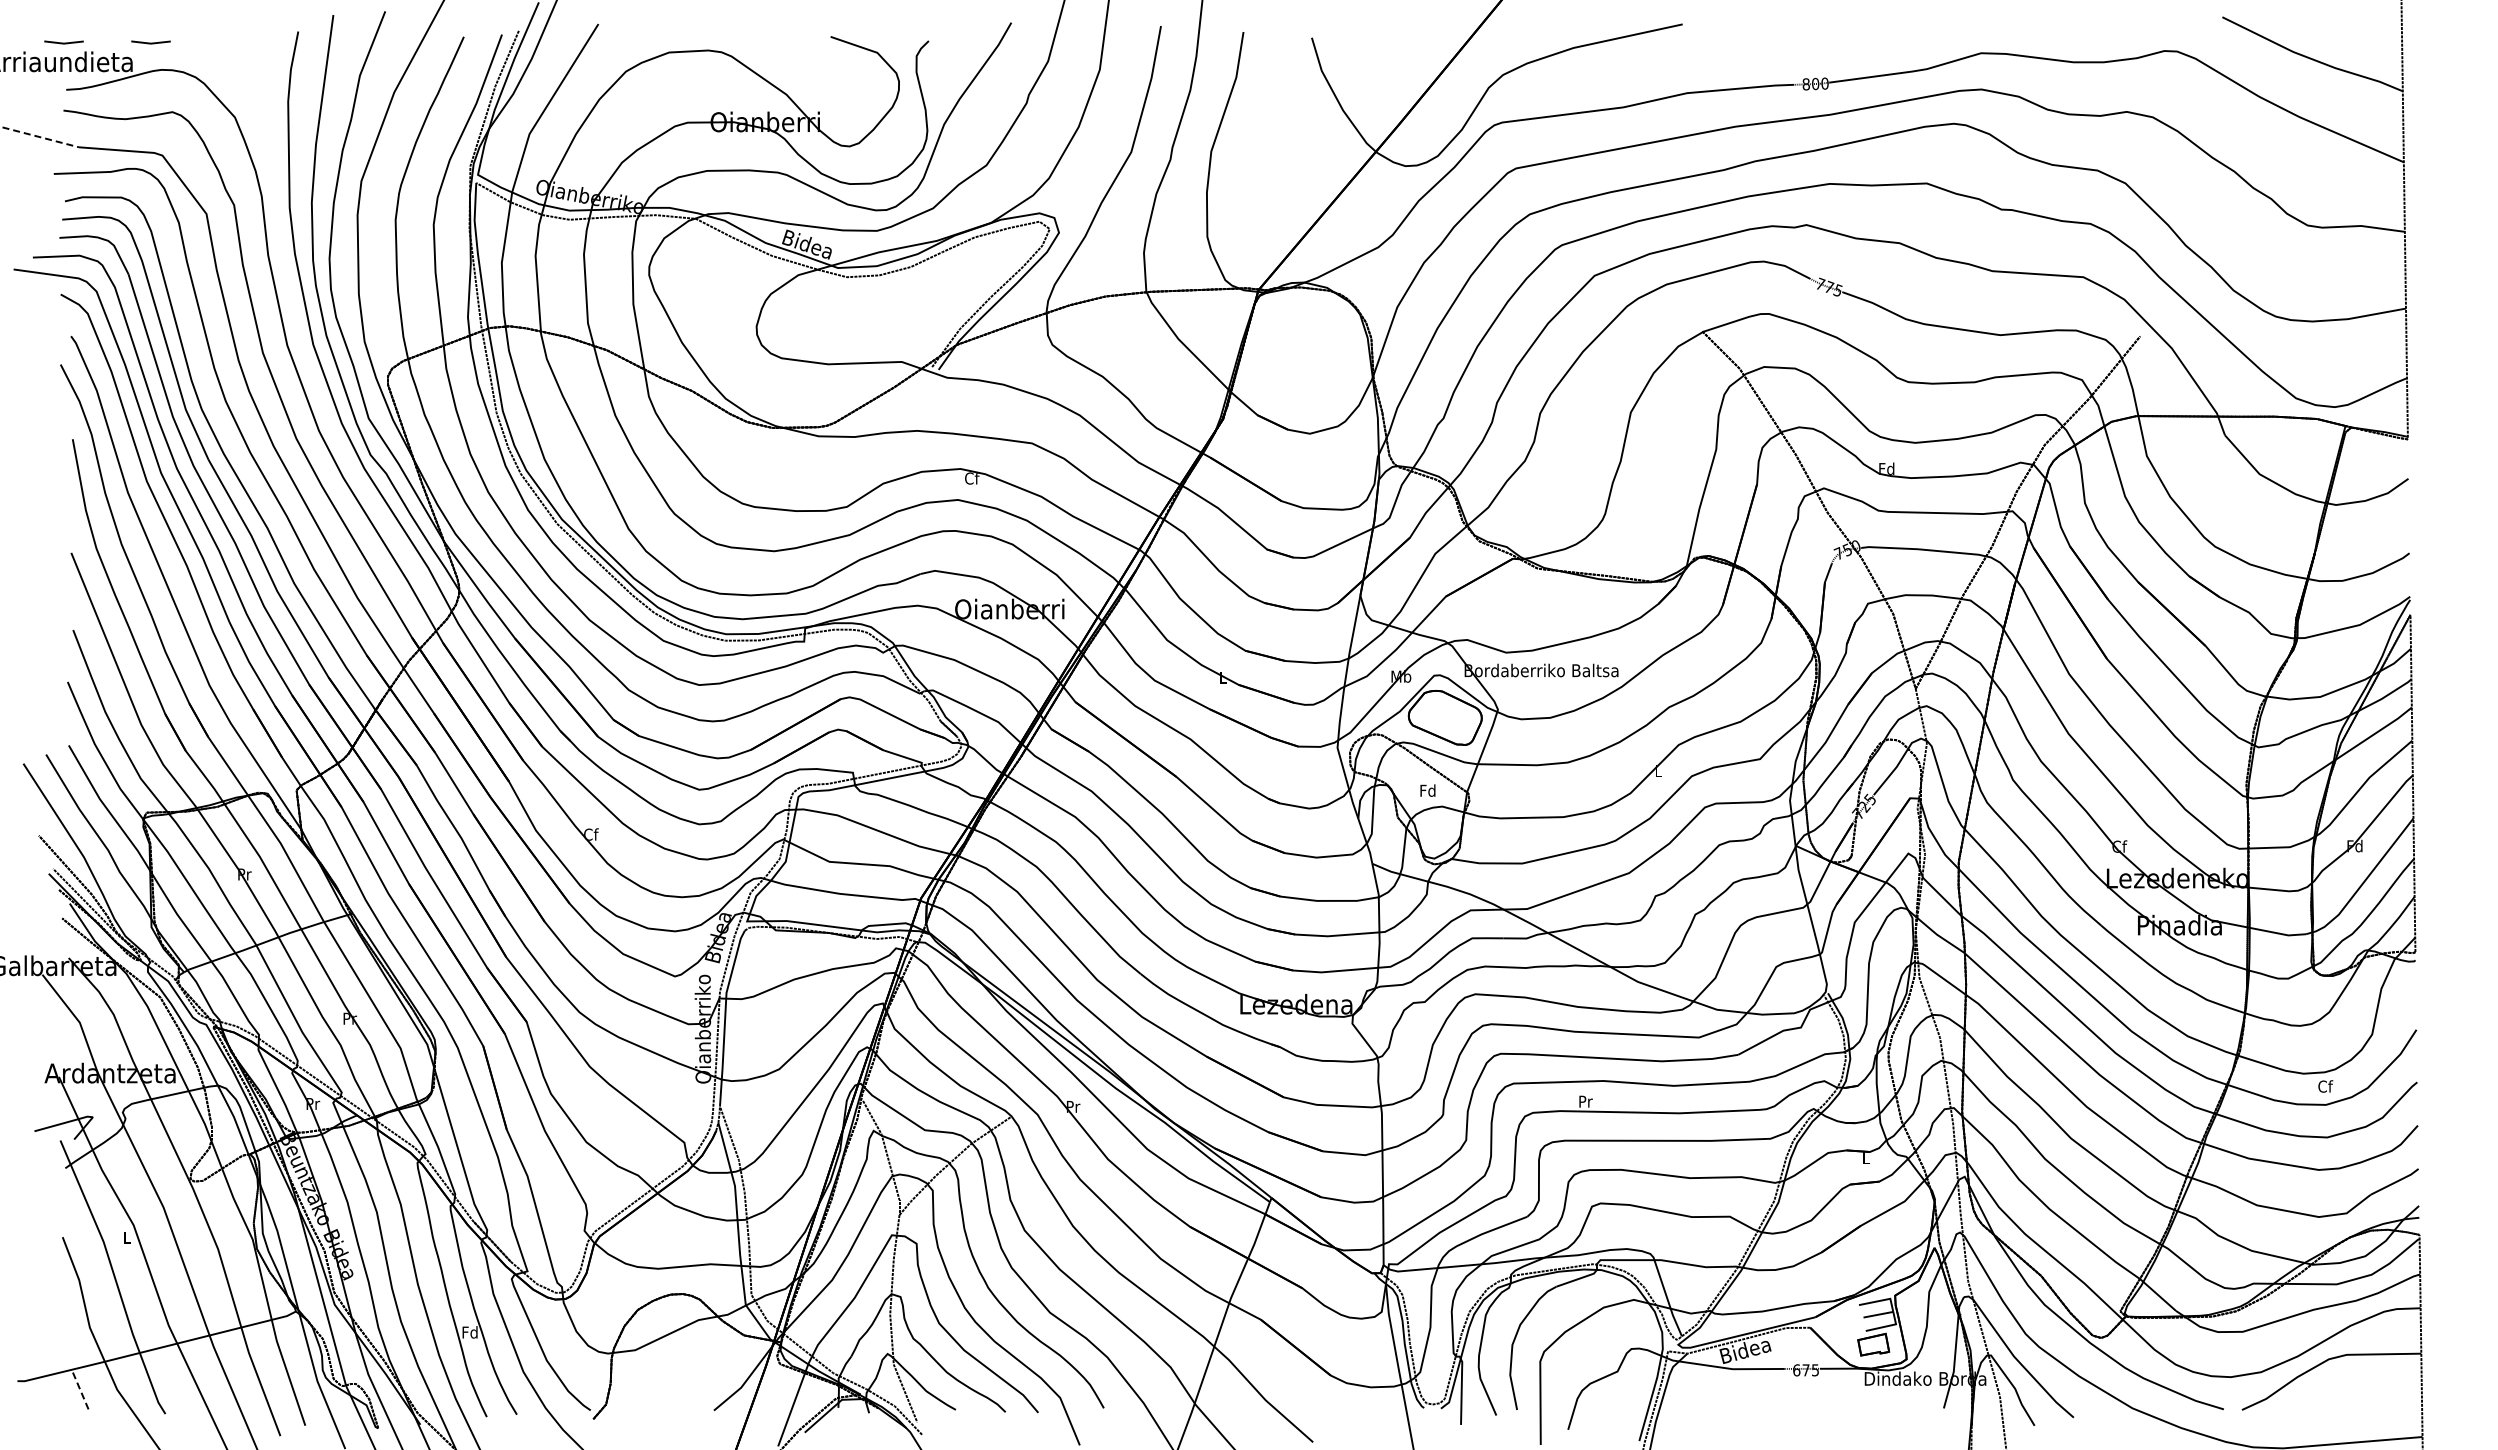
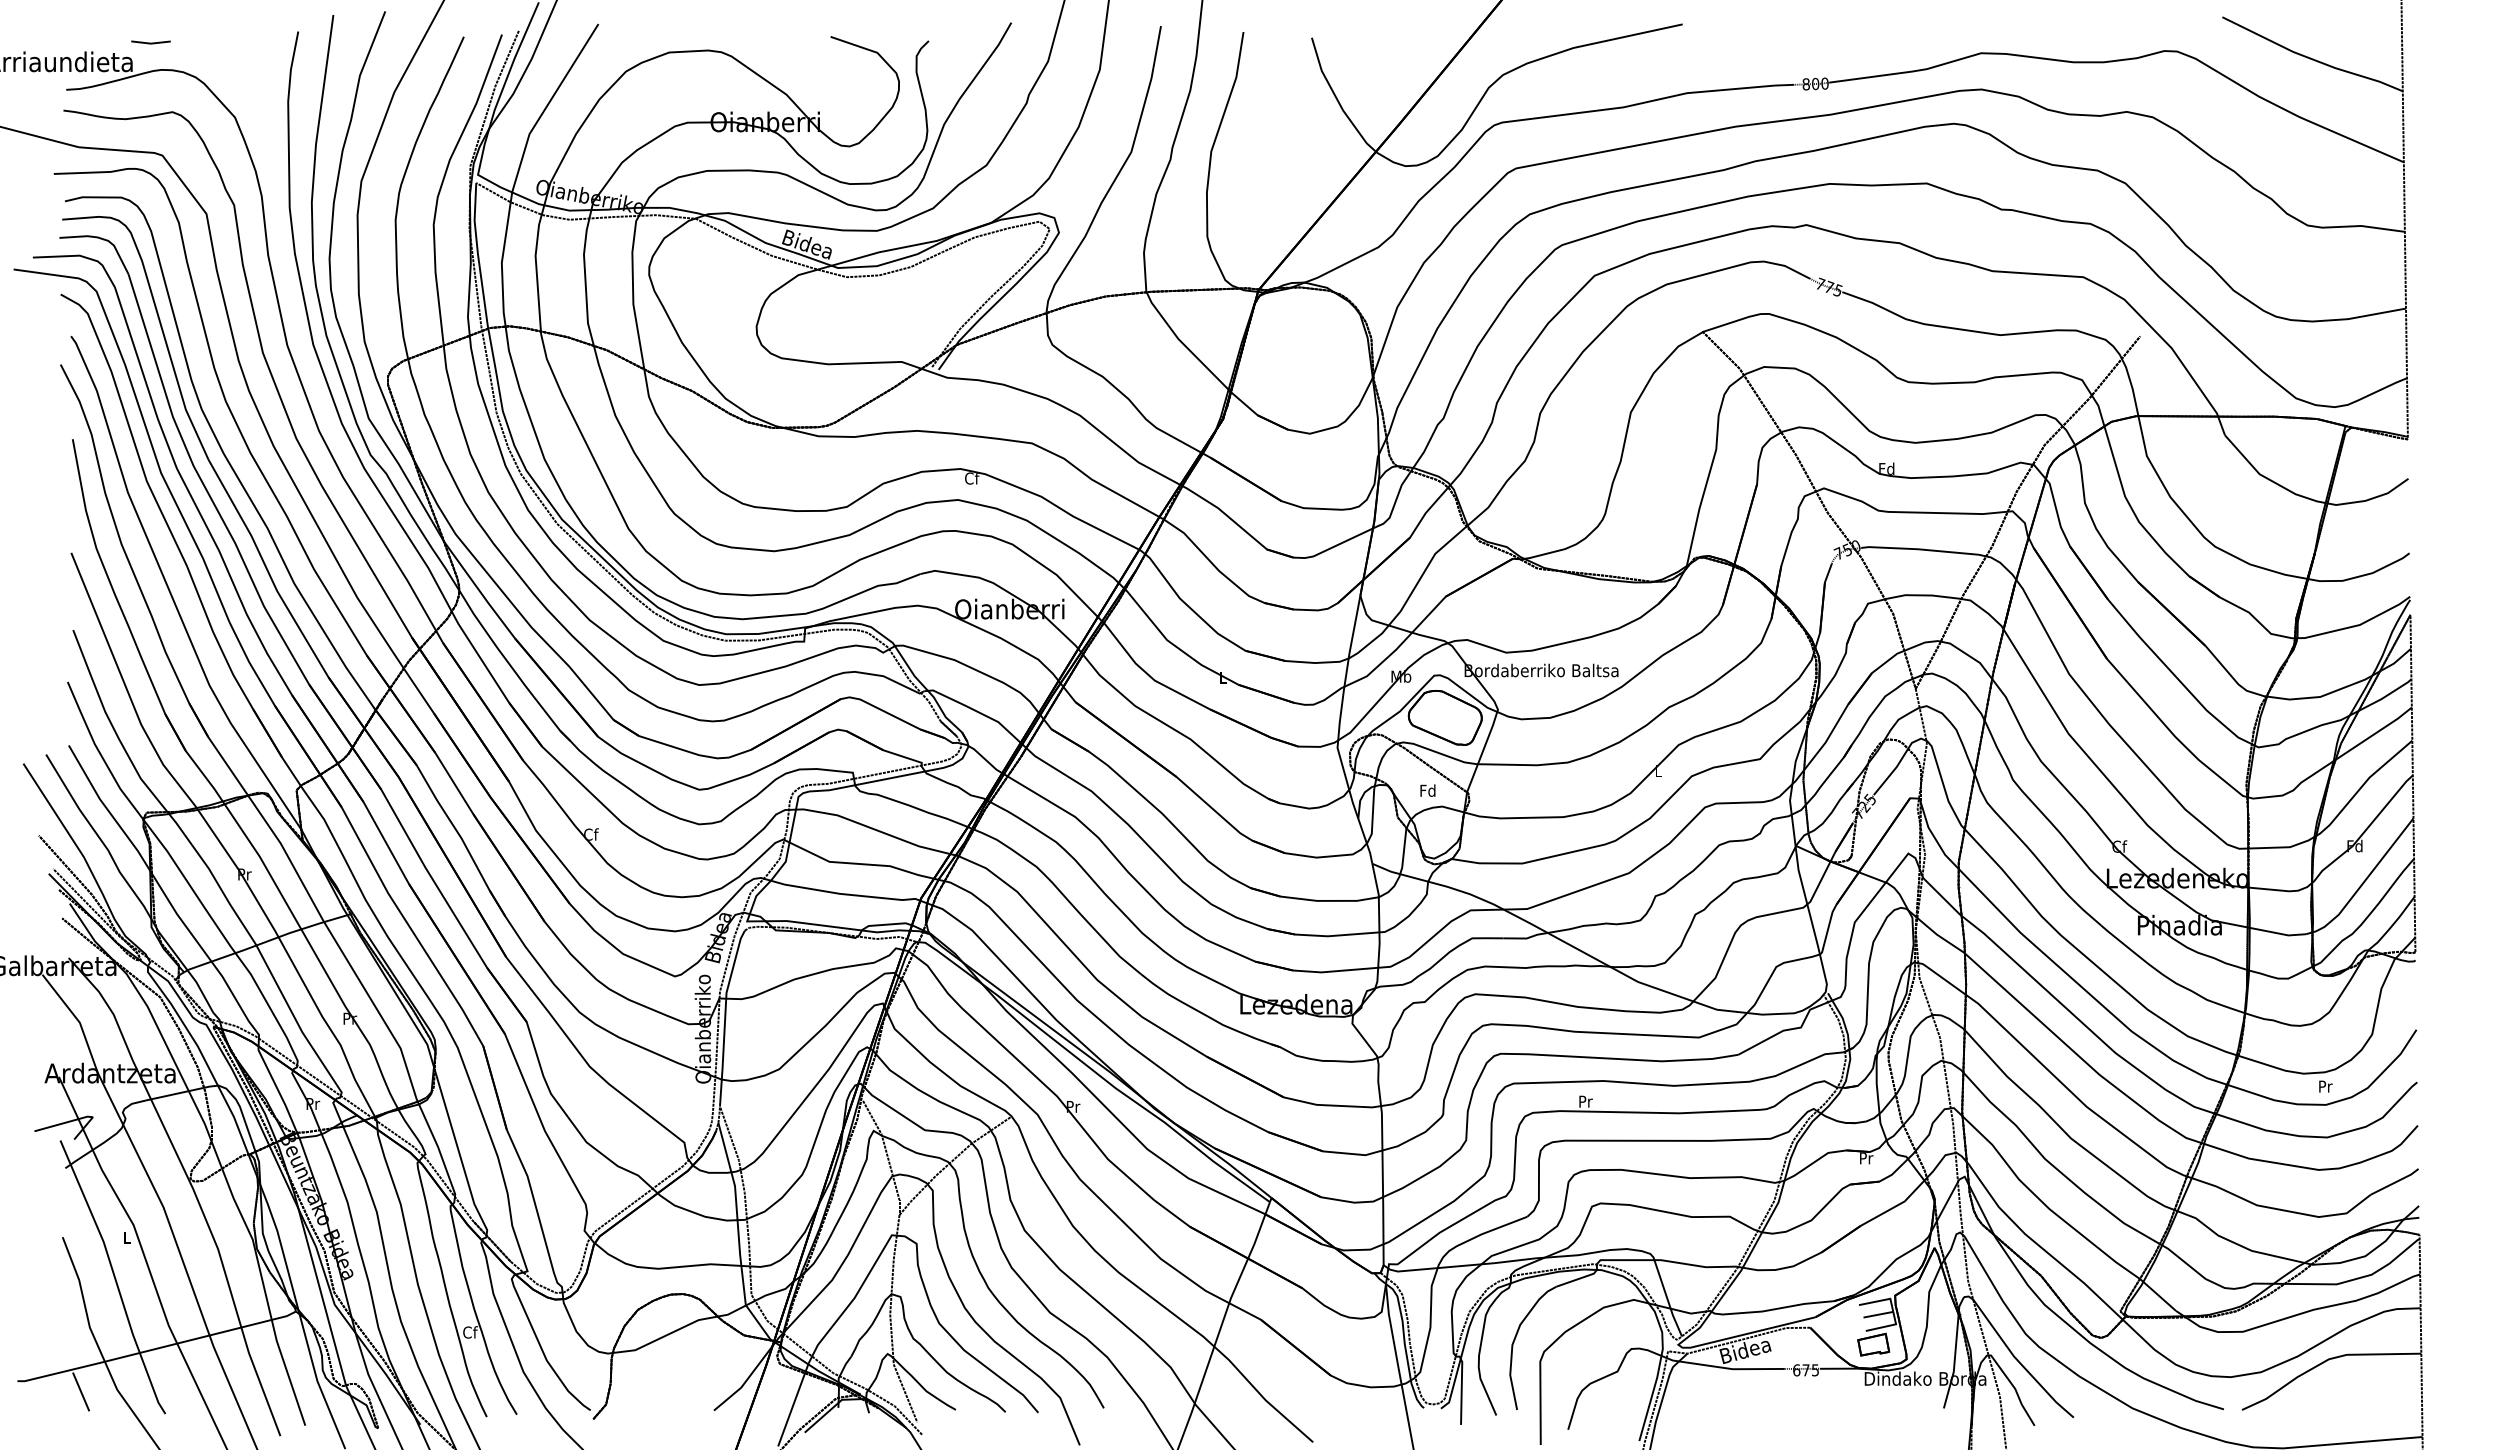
line at (63, 42): present -> none
line at (40, 137): dashed -> solid
text at (2325, 1086): Cf -> Pr
text at (1866, 1158): L -> Pr
text at (469, 1332): Fd -> Cf
line at (81, 1392): dashed -> solid
